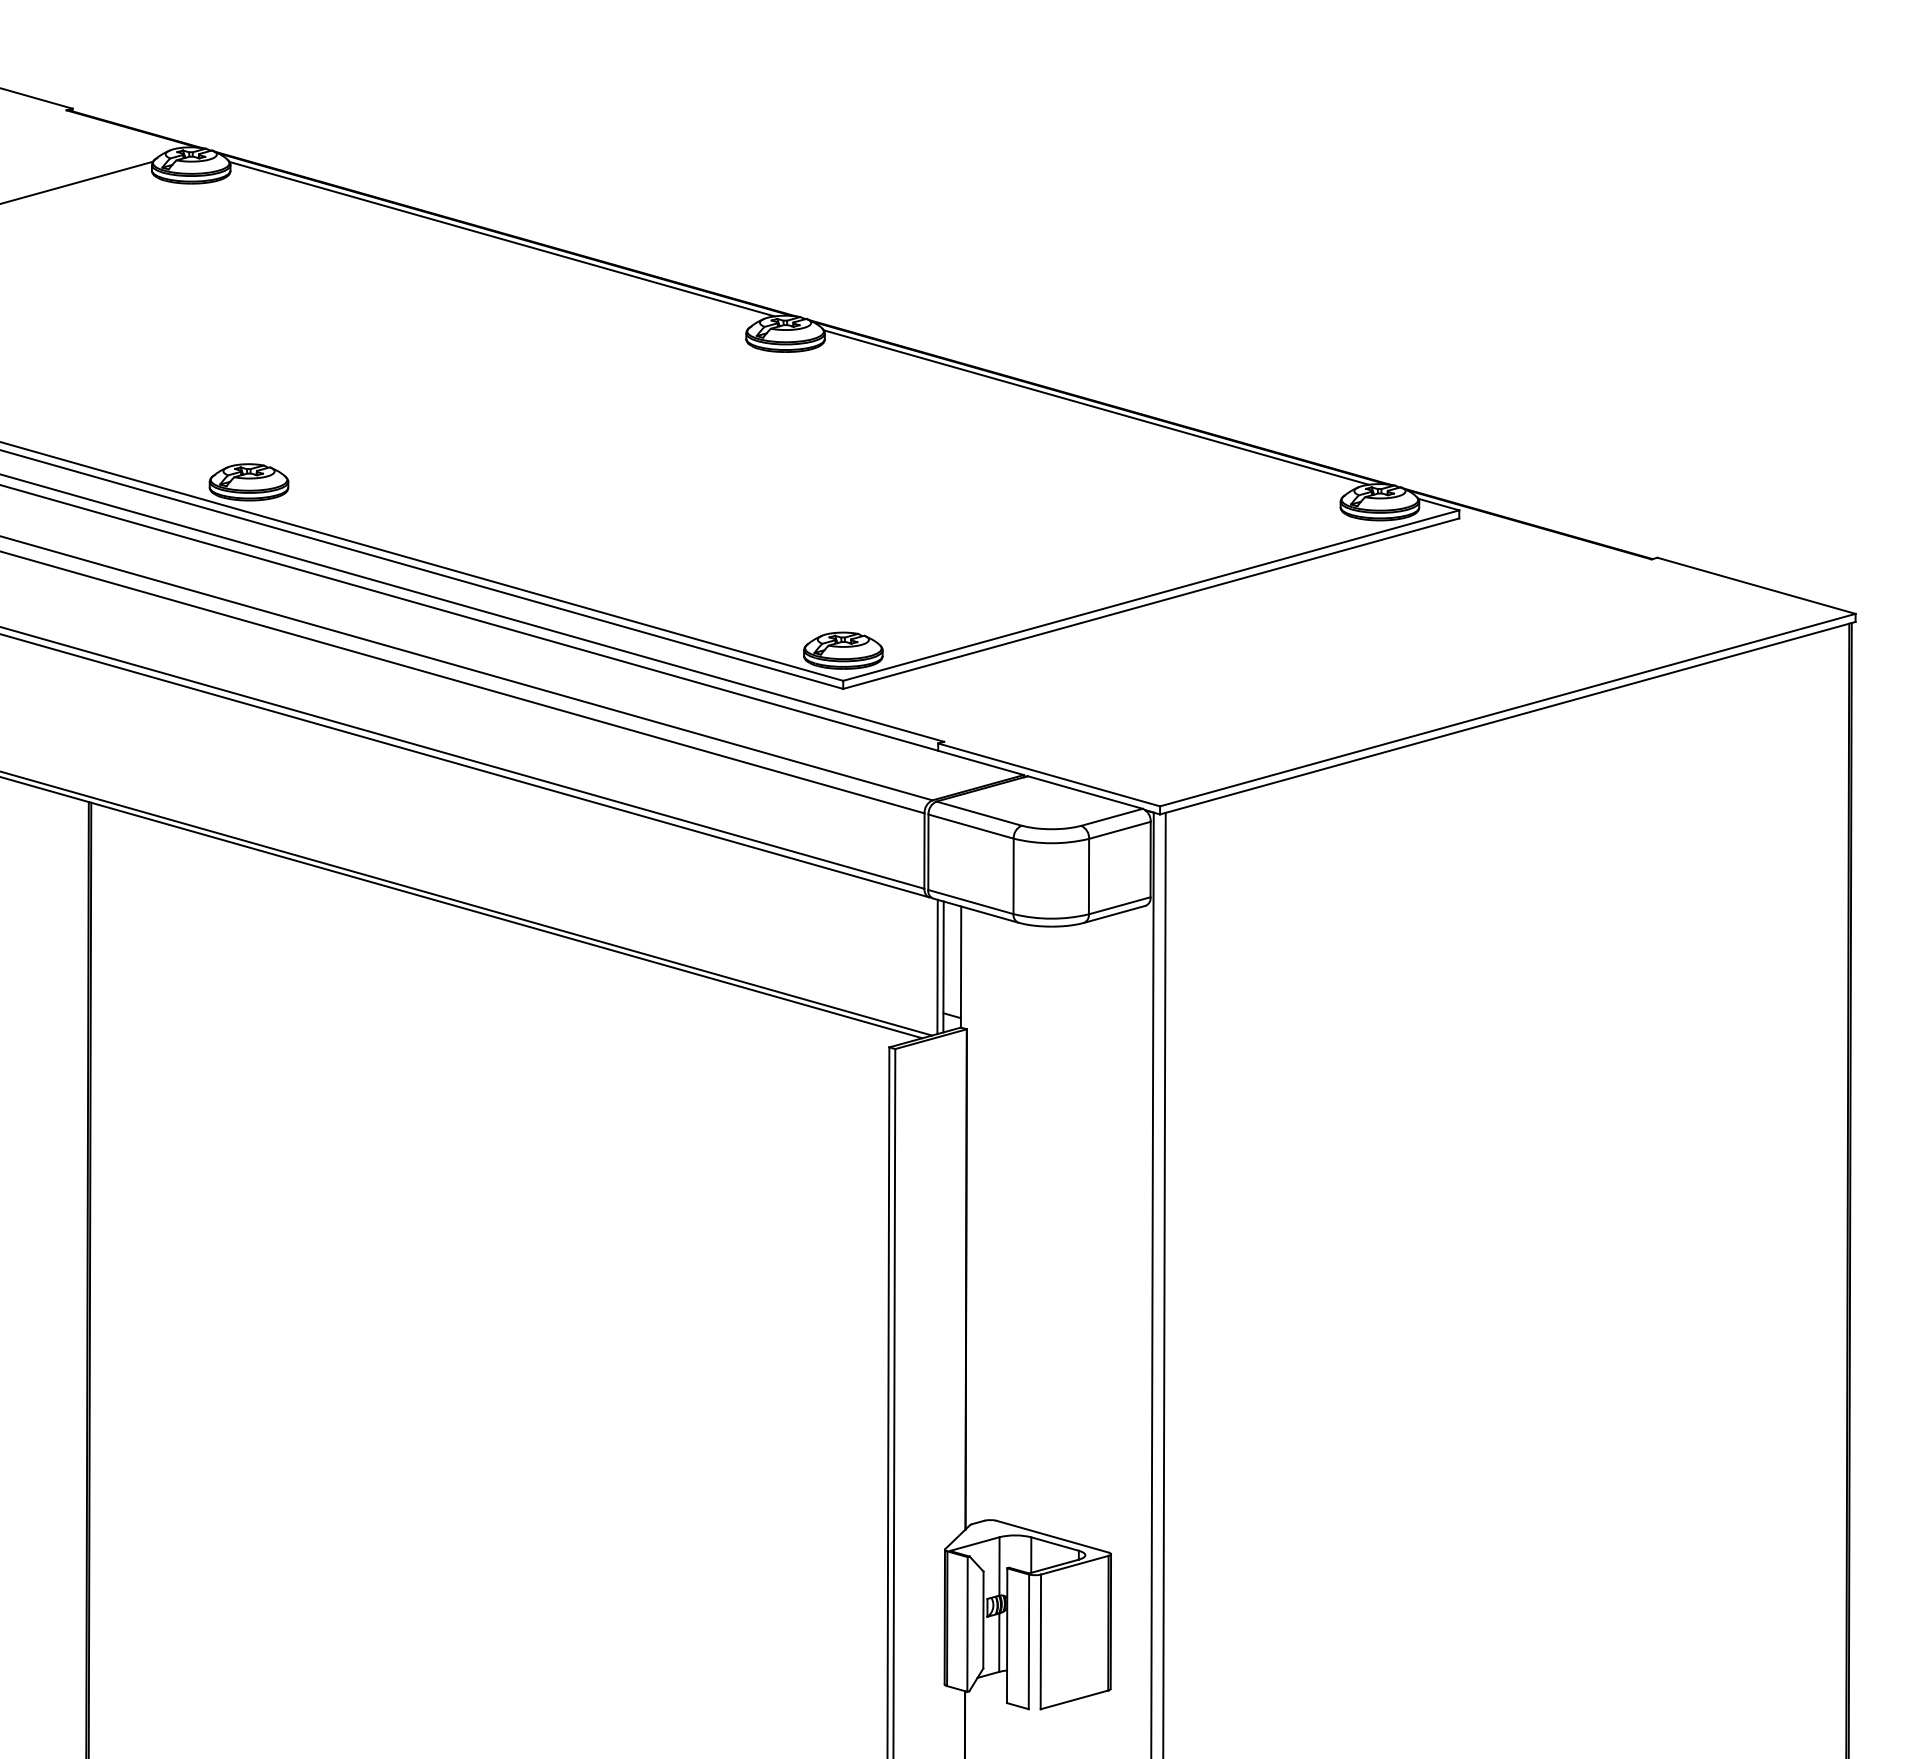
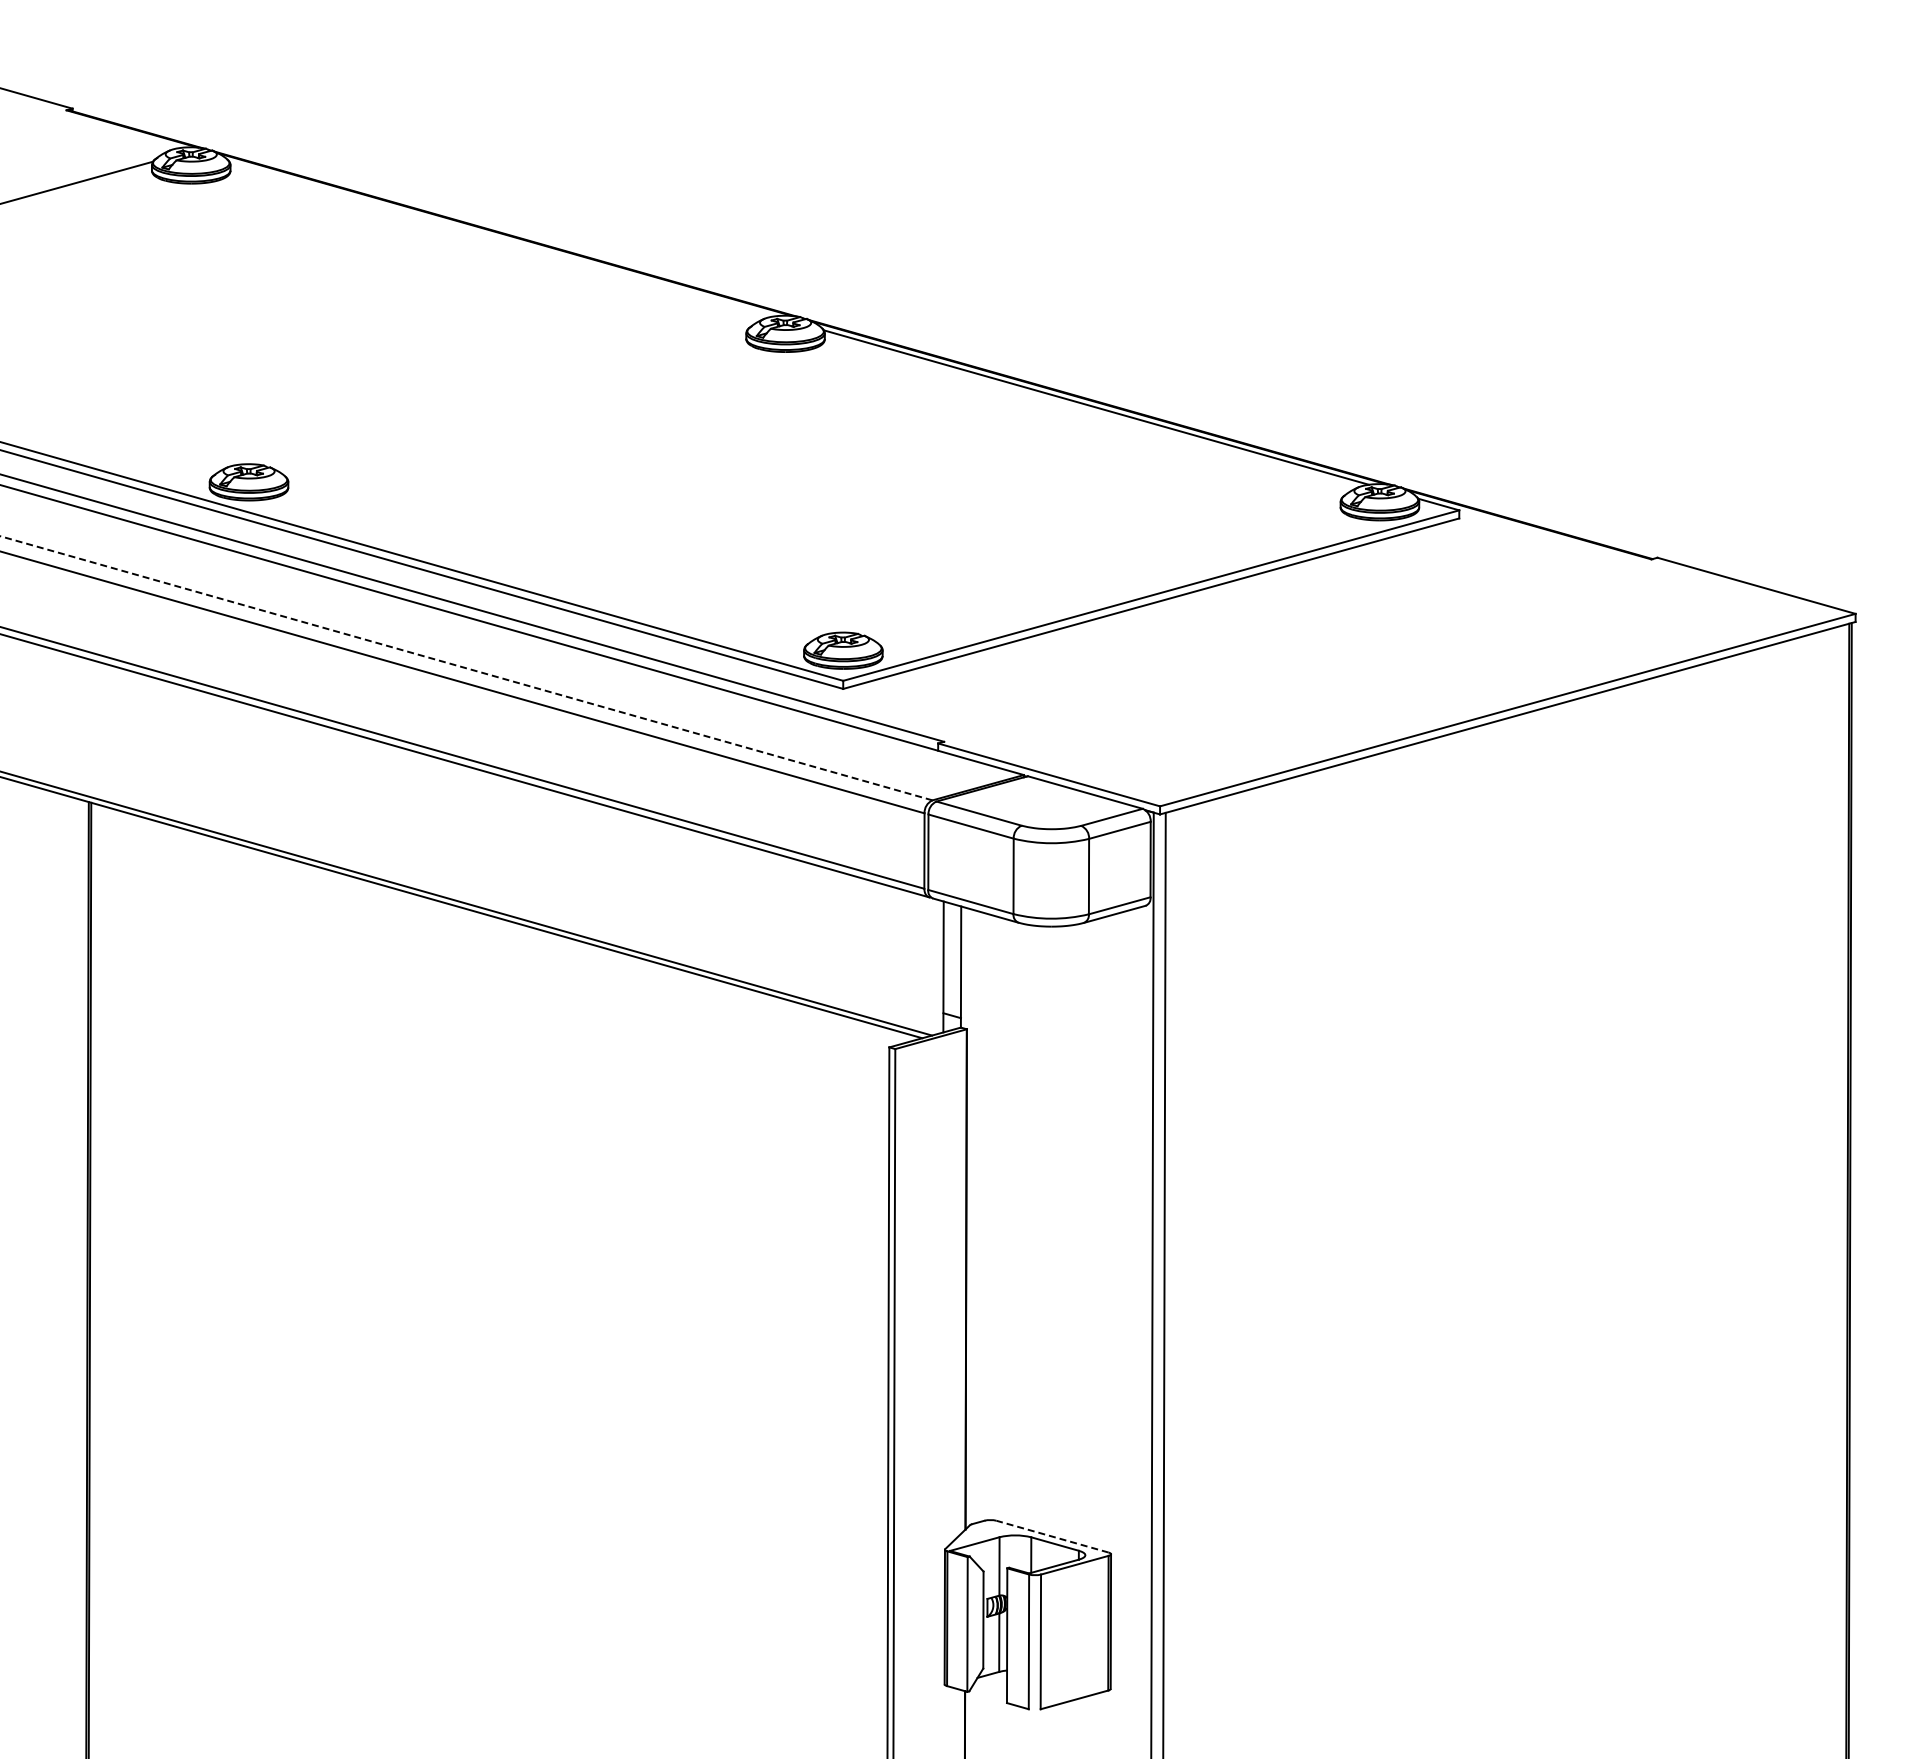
line at (501, 238): present -> none
line at (466, 668): solid -> dashed
line at (937, 966): present -> none
line at (1052, 1536): solid -> dashed
